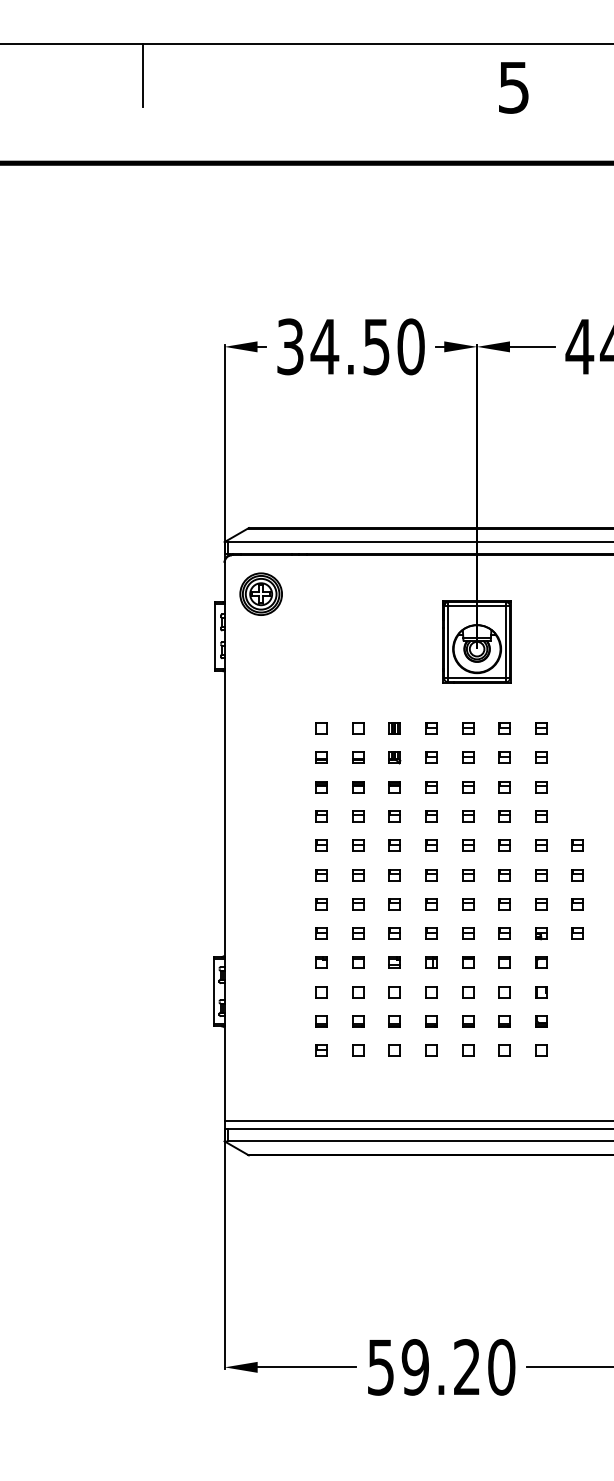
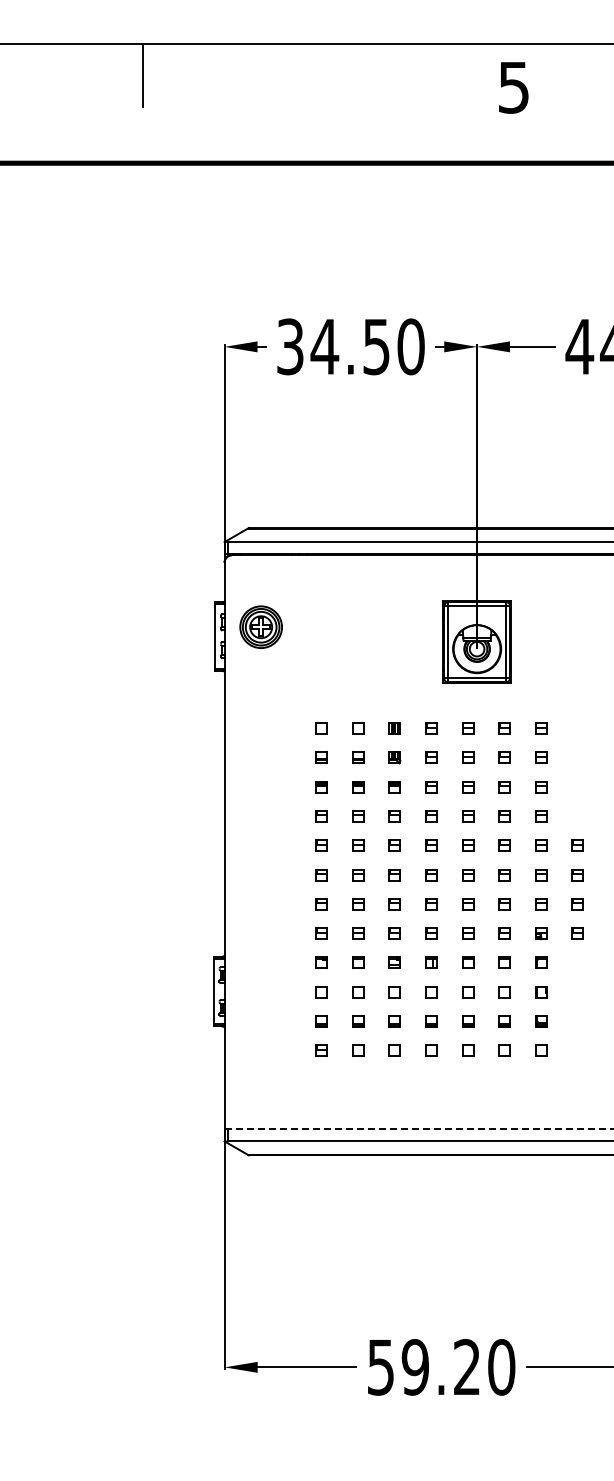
part at (260, 593) position: (260, 593) -> (260, 626)
line at (417, 1120): present -> none
line at (419, 1129): solid -> dashed
